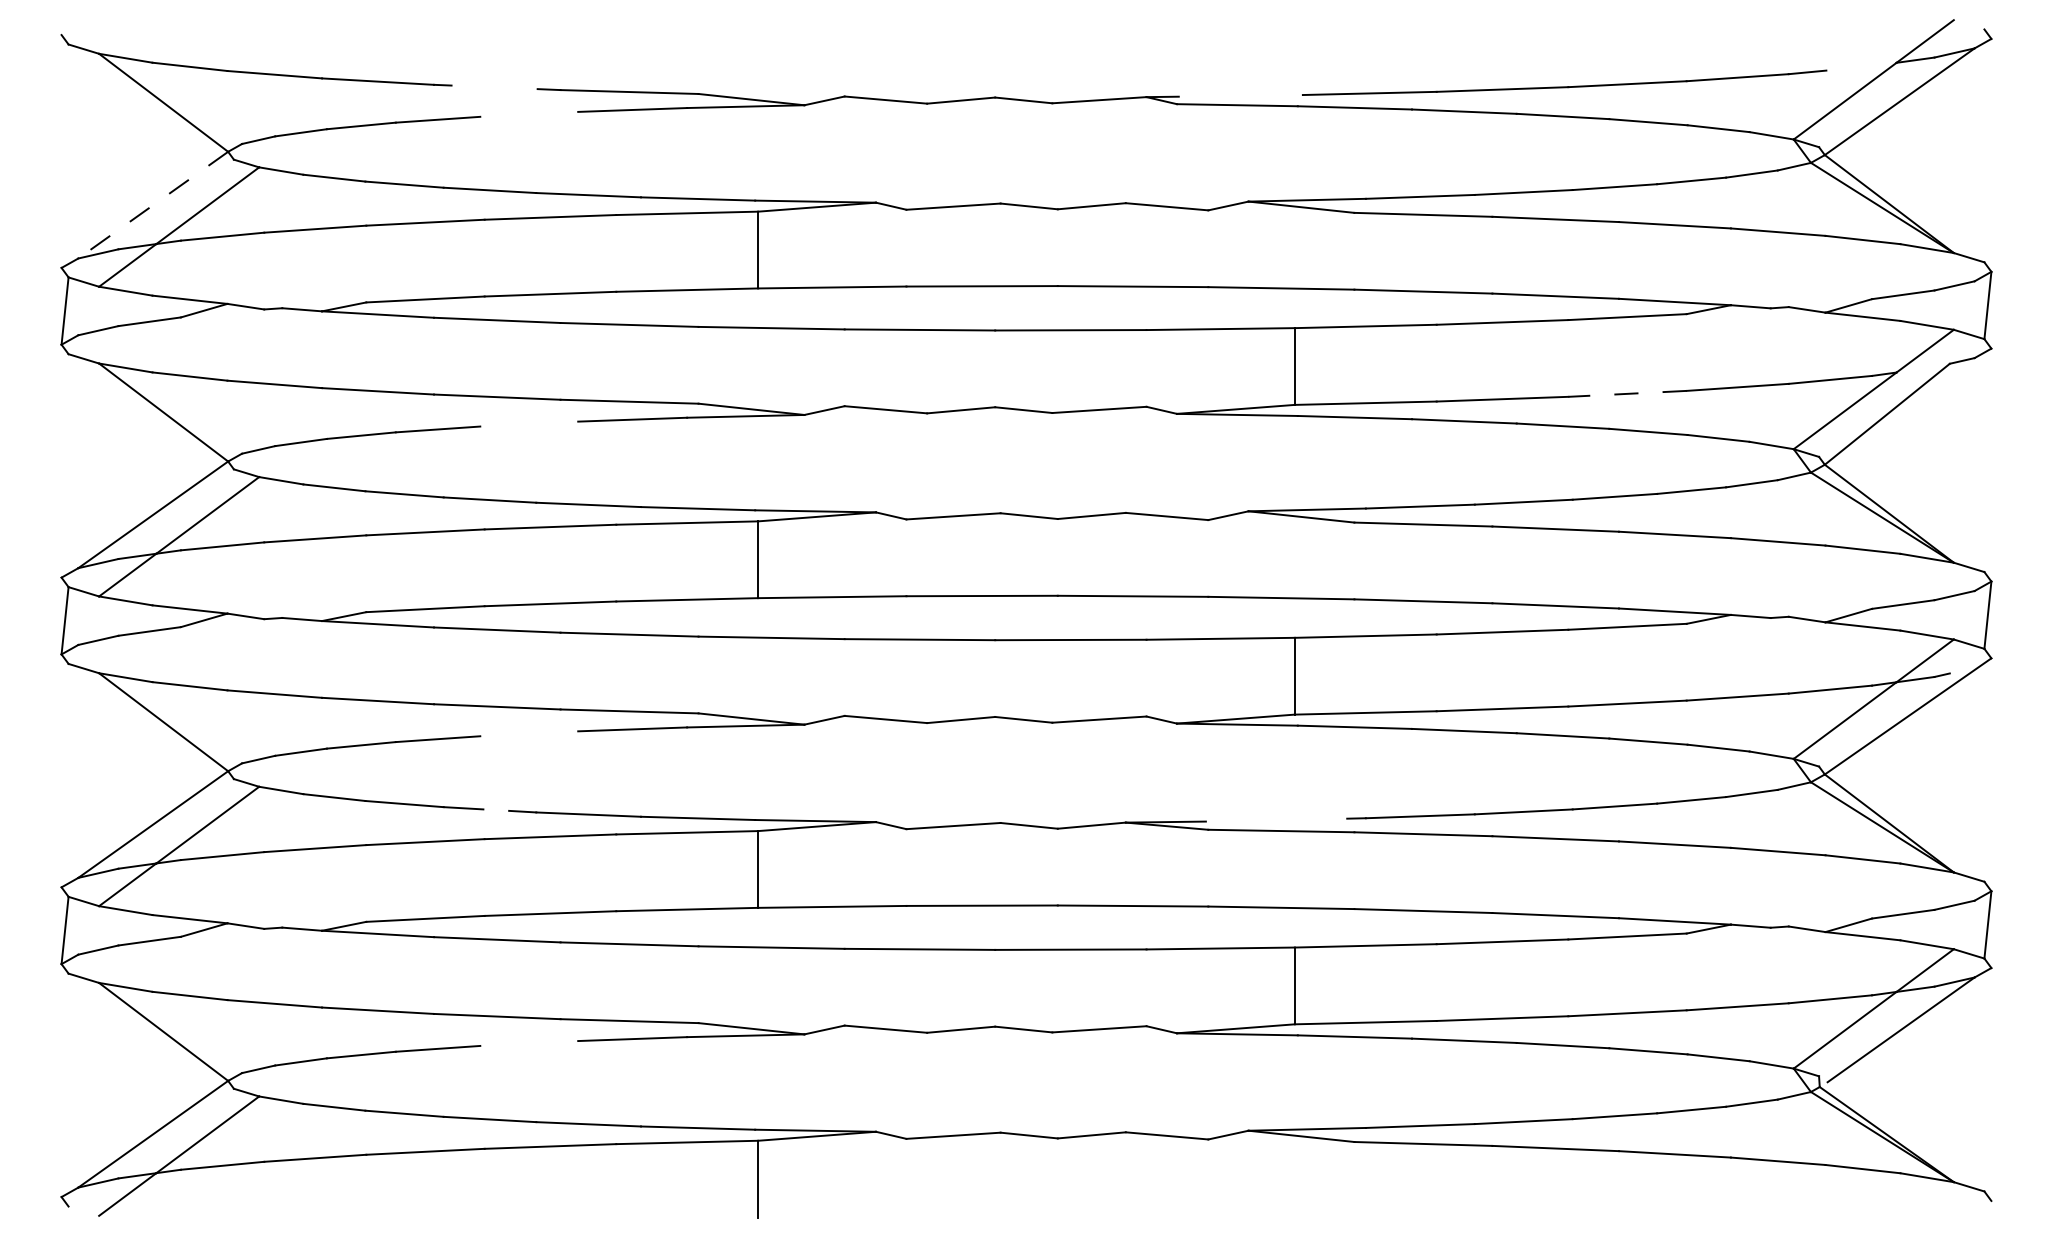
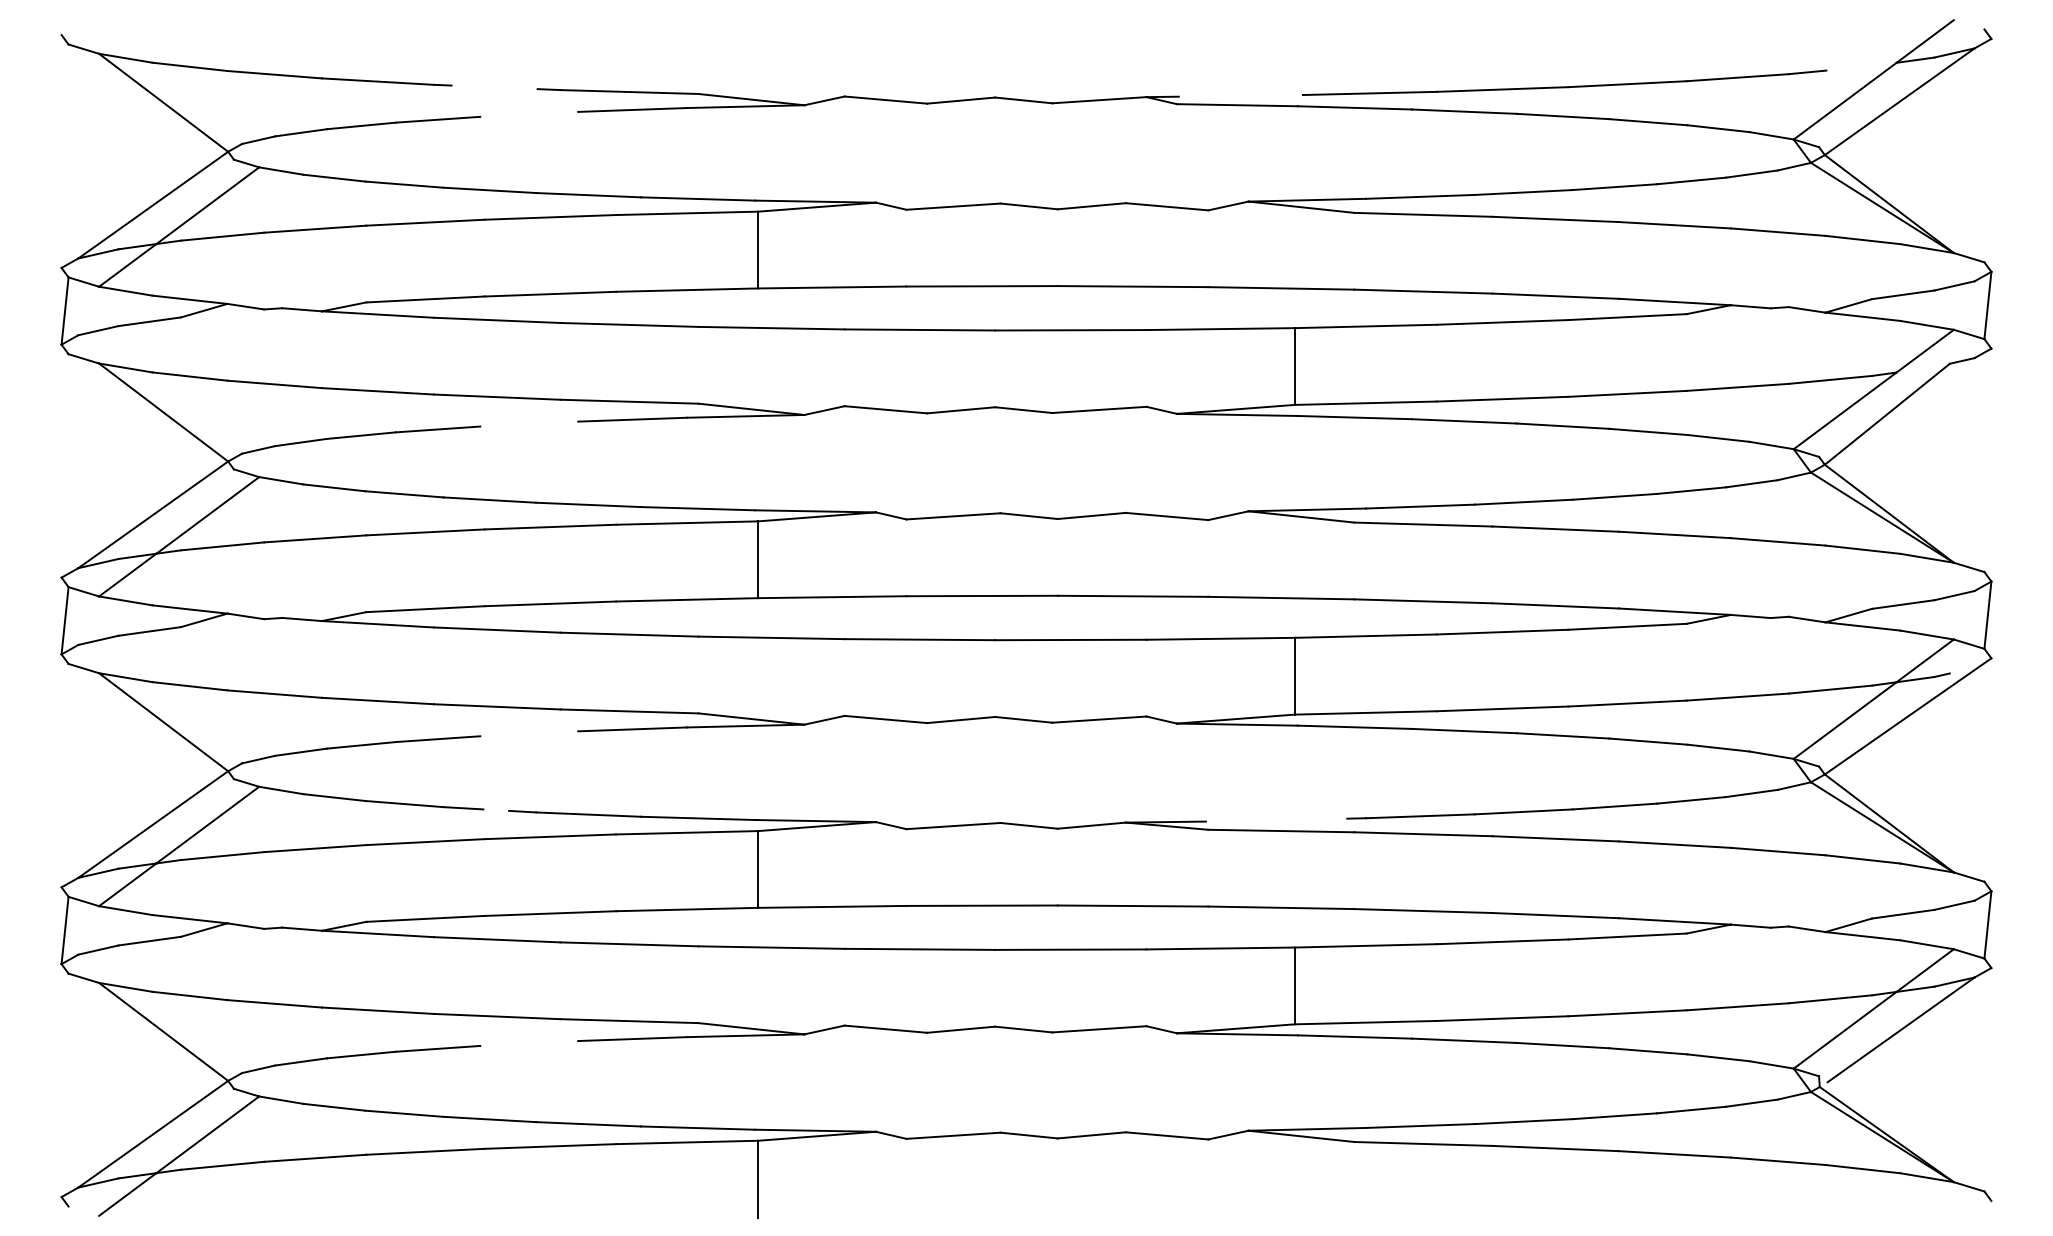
line at (153, 205): dashed -> solid
line at (1627, 393): dashed -> solid
